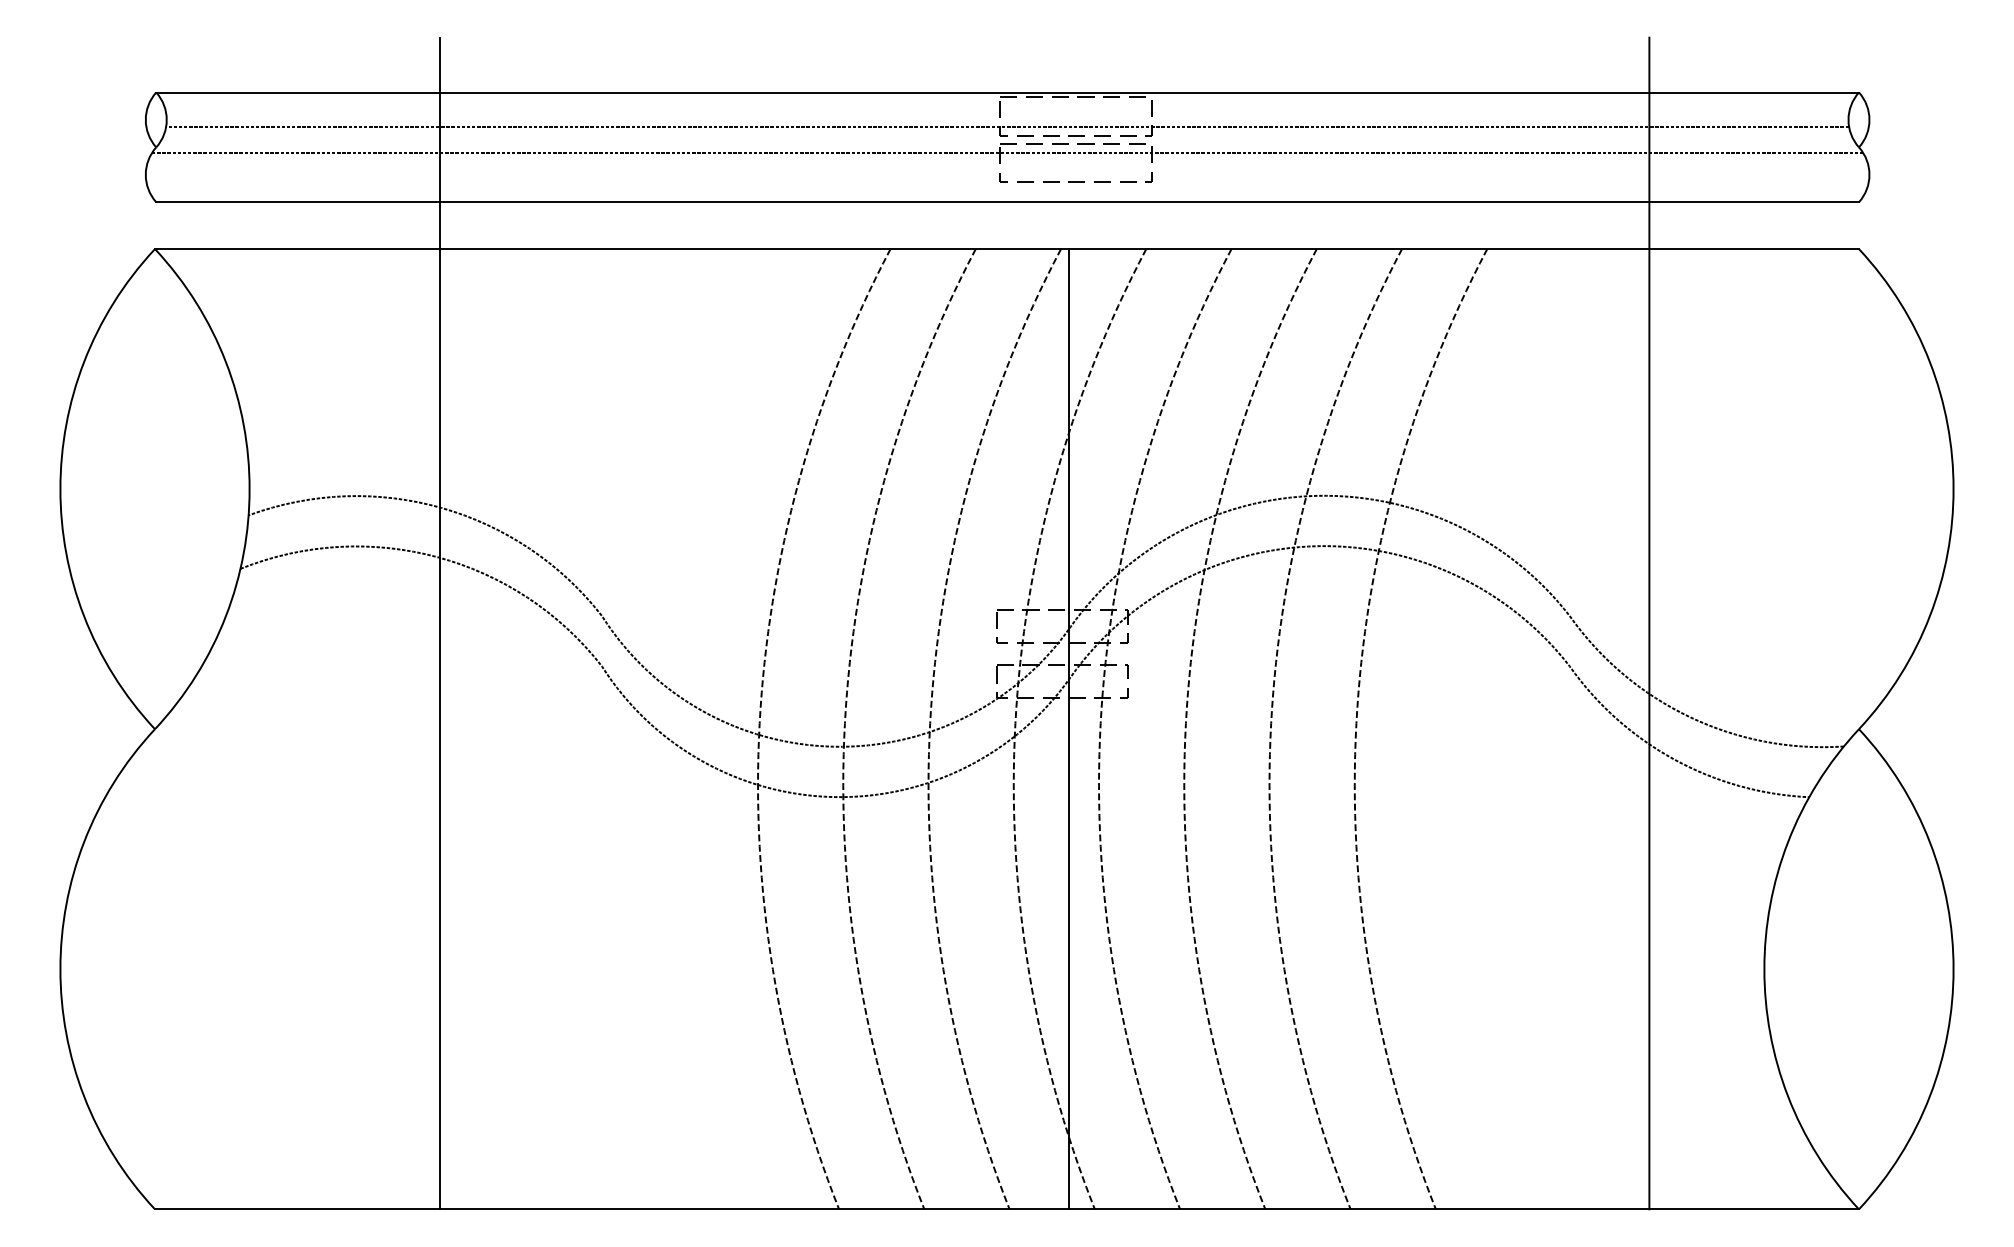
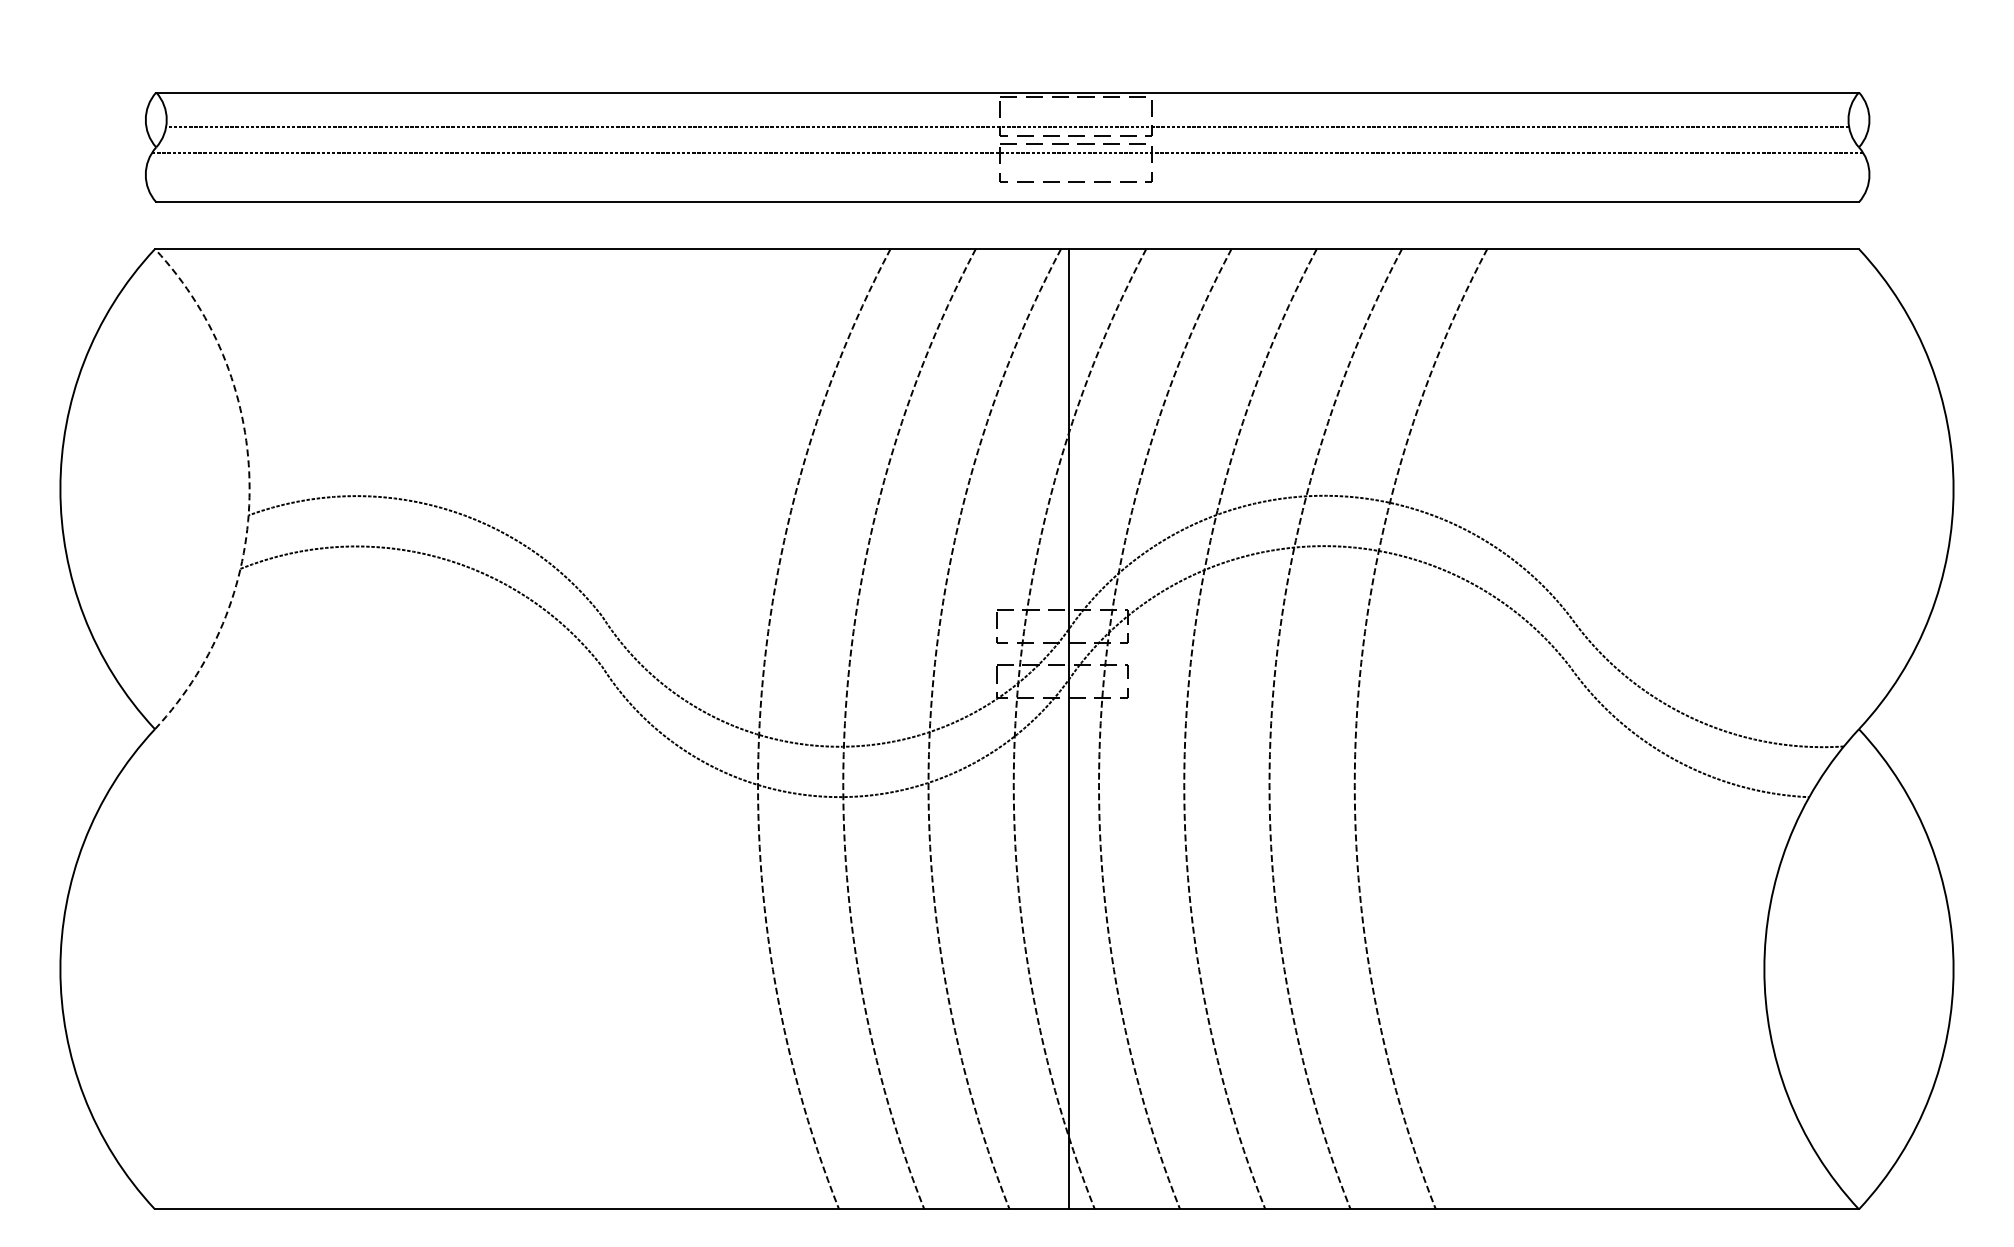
arc at (249, 489): solid -> dashed
line at (439, 623): present -> none
line at (1649, 623): present -> none
